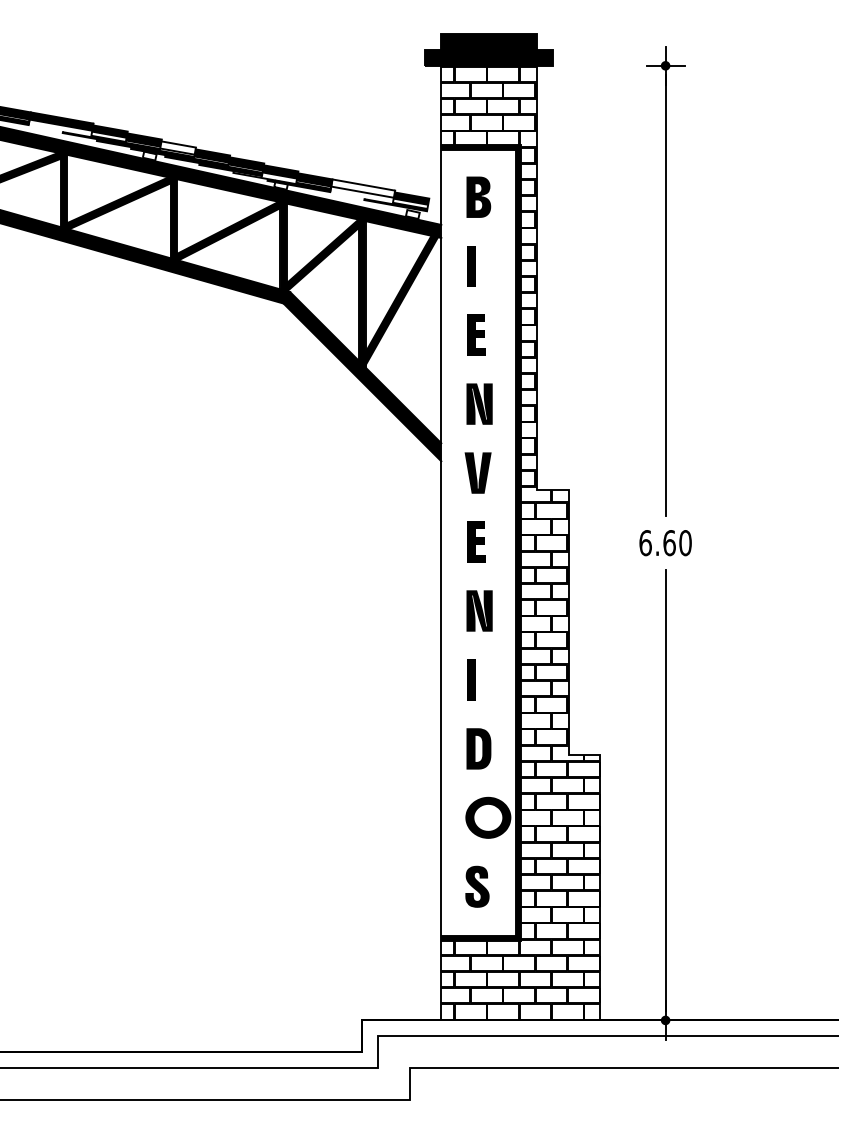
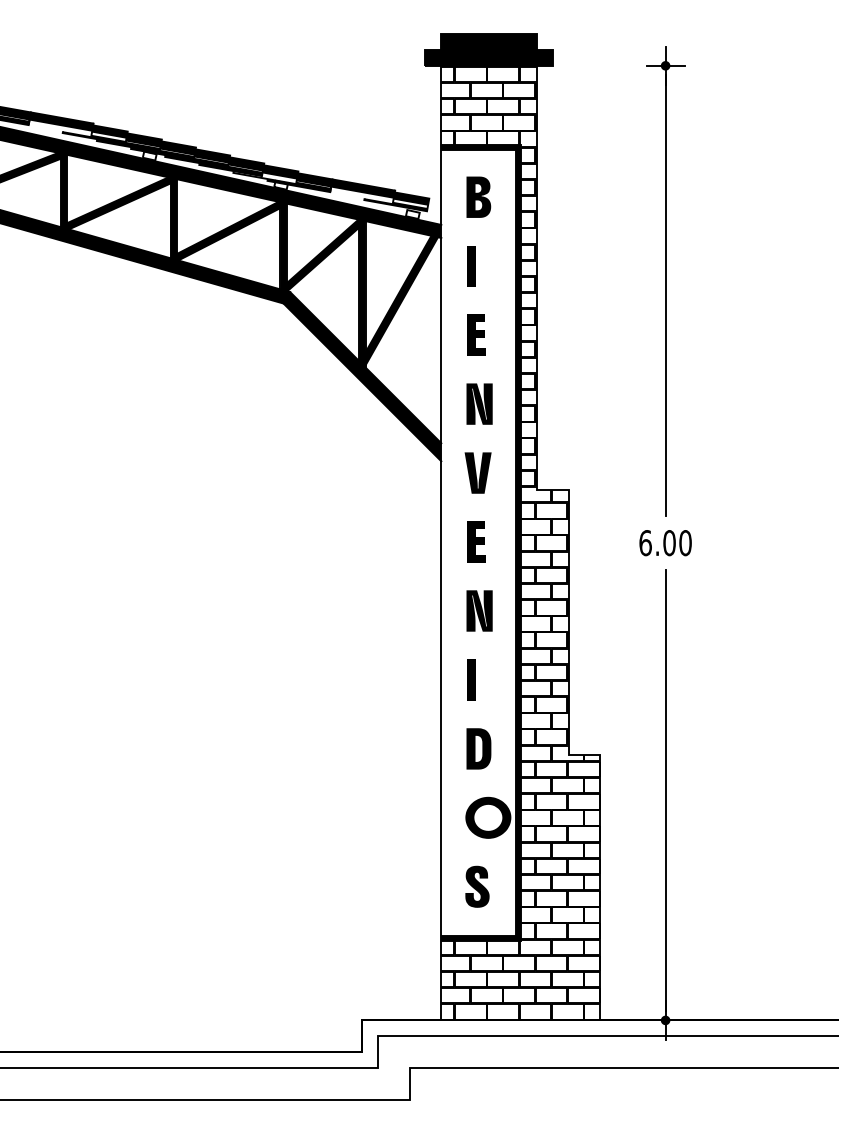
fill at (177, 147): none -> present
fill at (363, 188): none -> present
text at (669, 542): 6.60 -> 6.00
